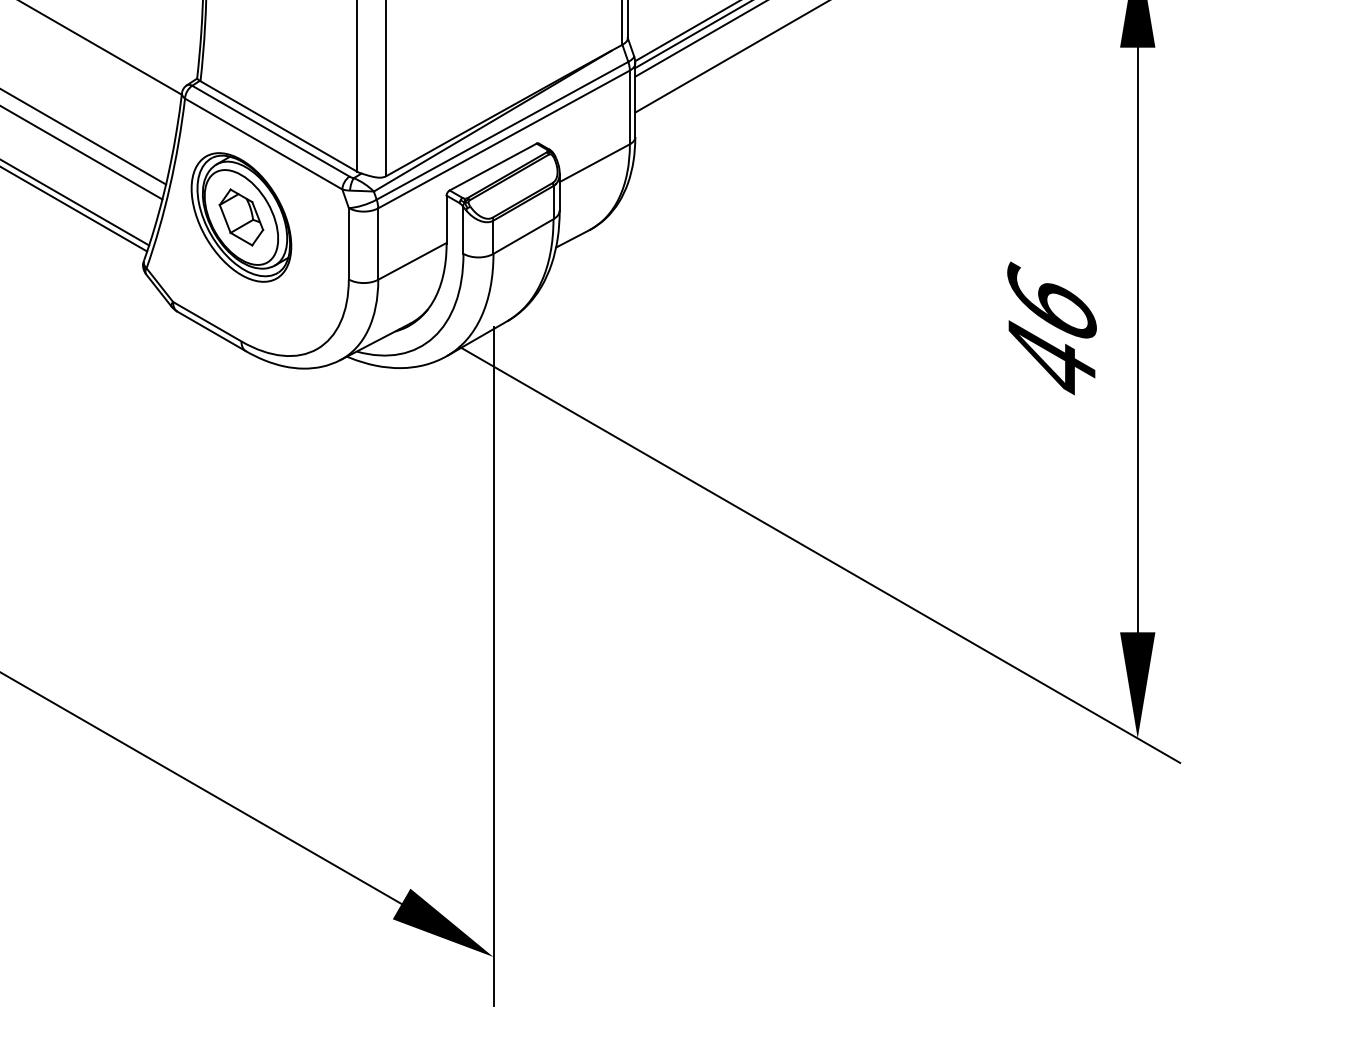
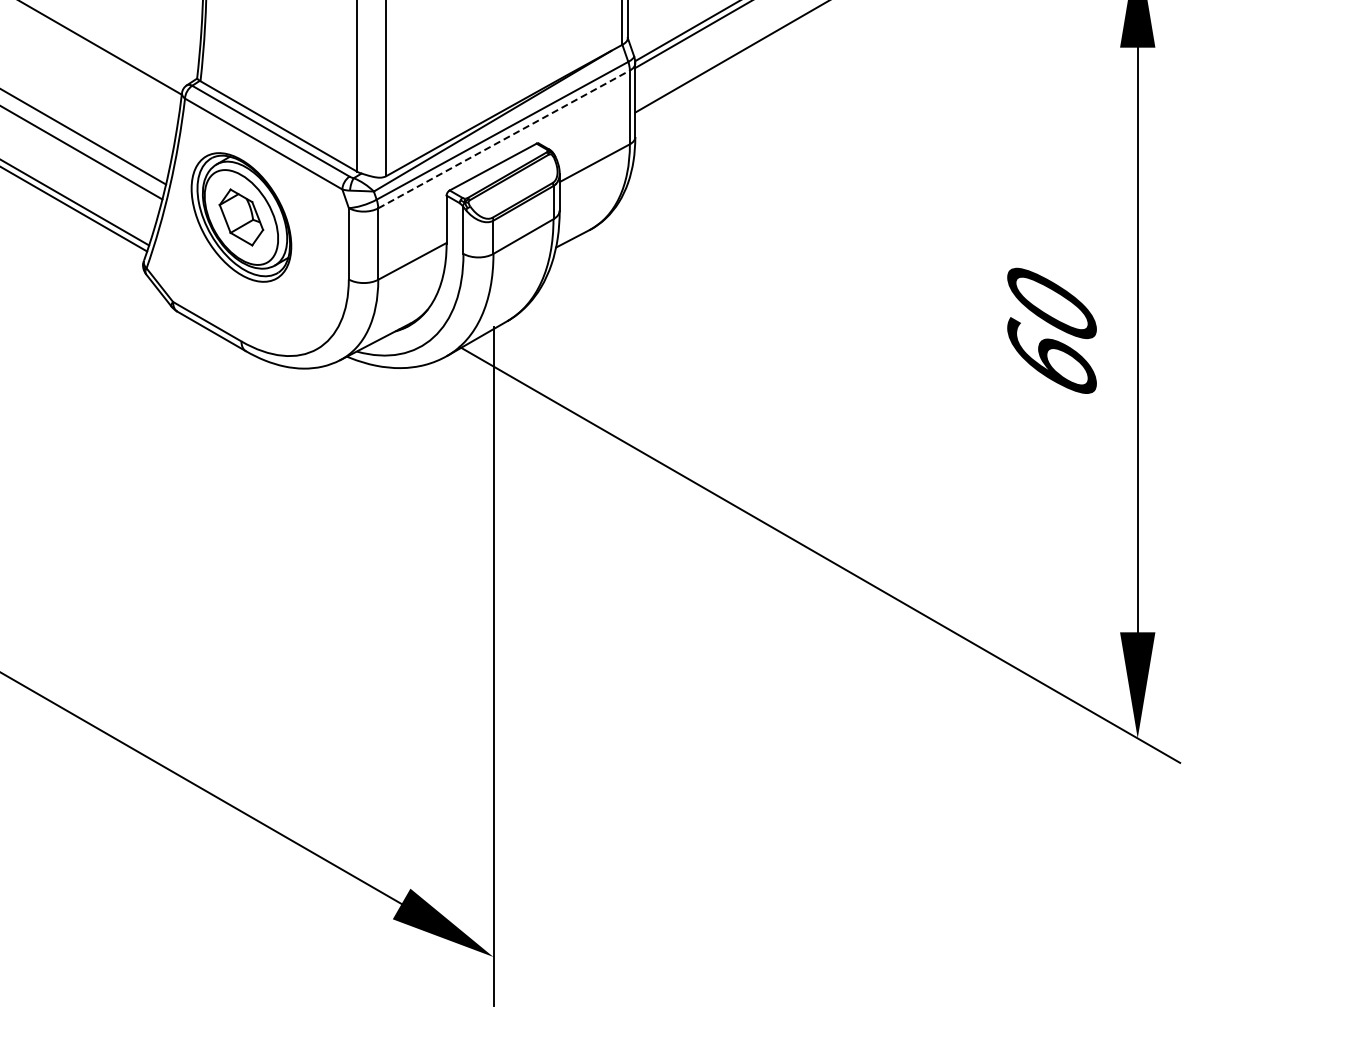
line at (699, 39): present -> none
line at (504, 139): solid -> dashed
text at (1051, 328): 46 -> 60
